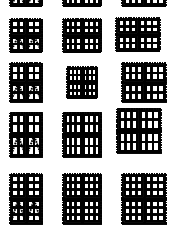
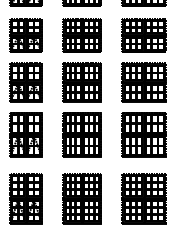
part at (137, 34) position: (137, 34) -> (143, 35)
part at (81, 82) size: 32x33 px -> 40x41 px
part at (138, 130) position: (138, 130) -> (143, 134)
